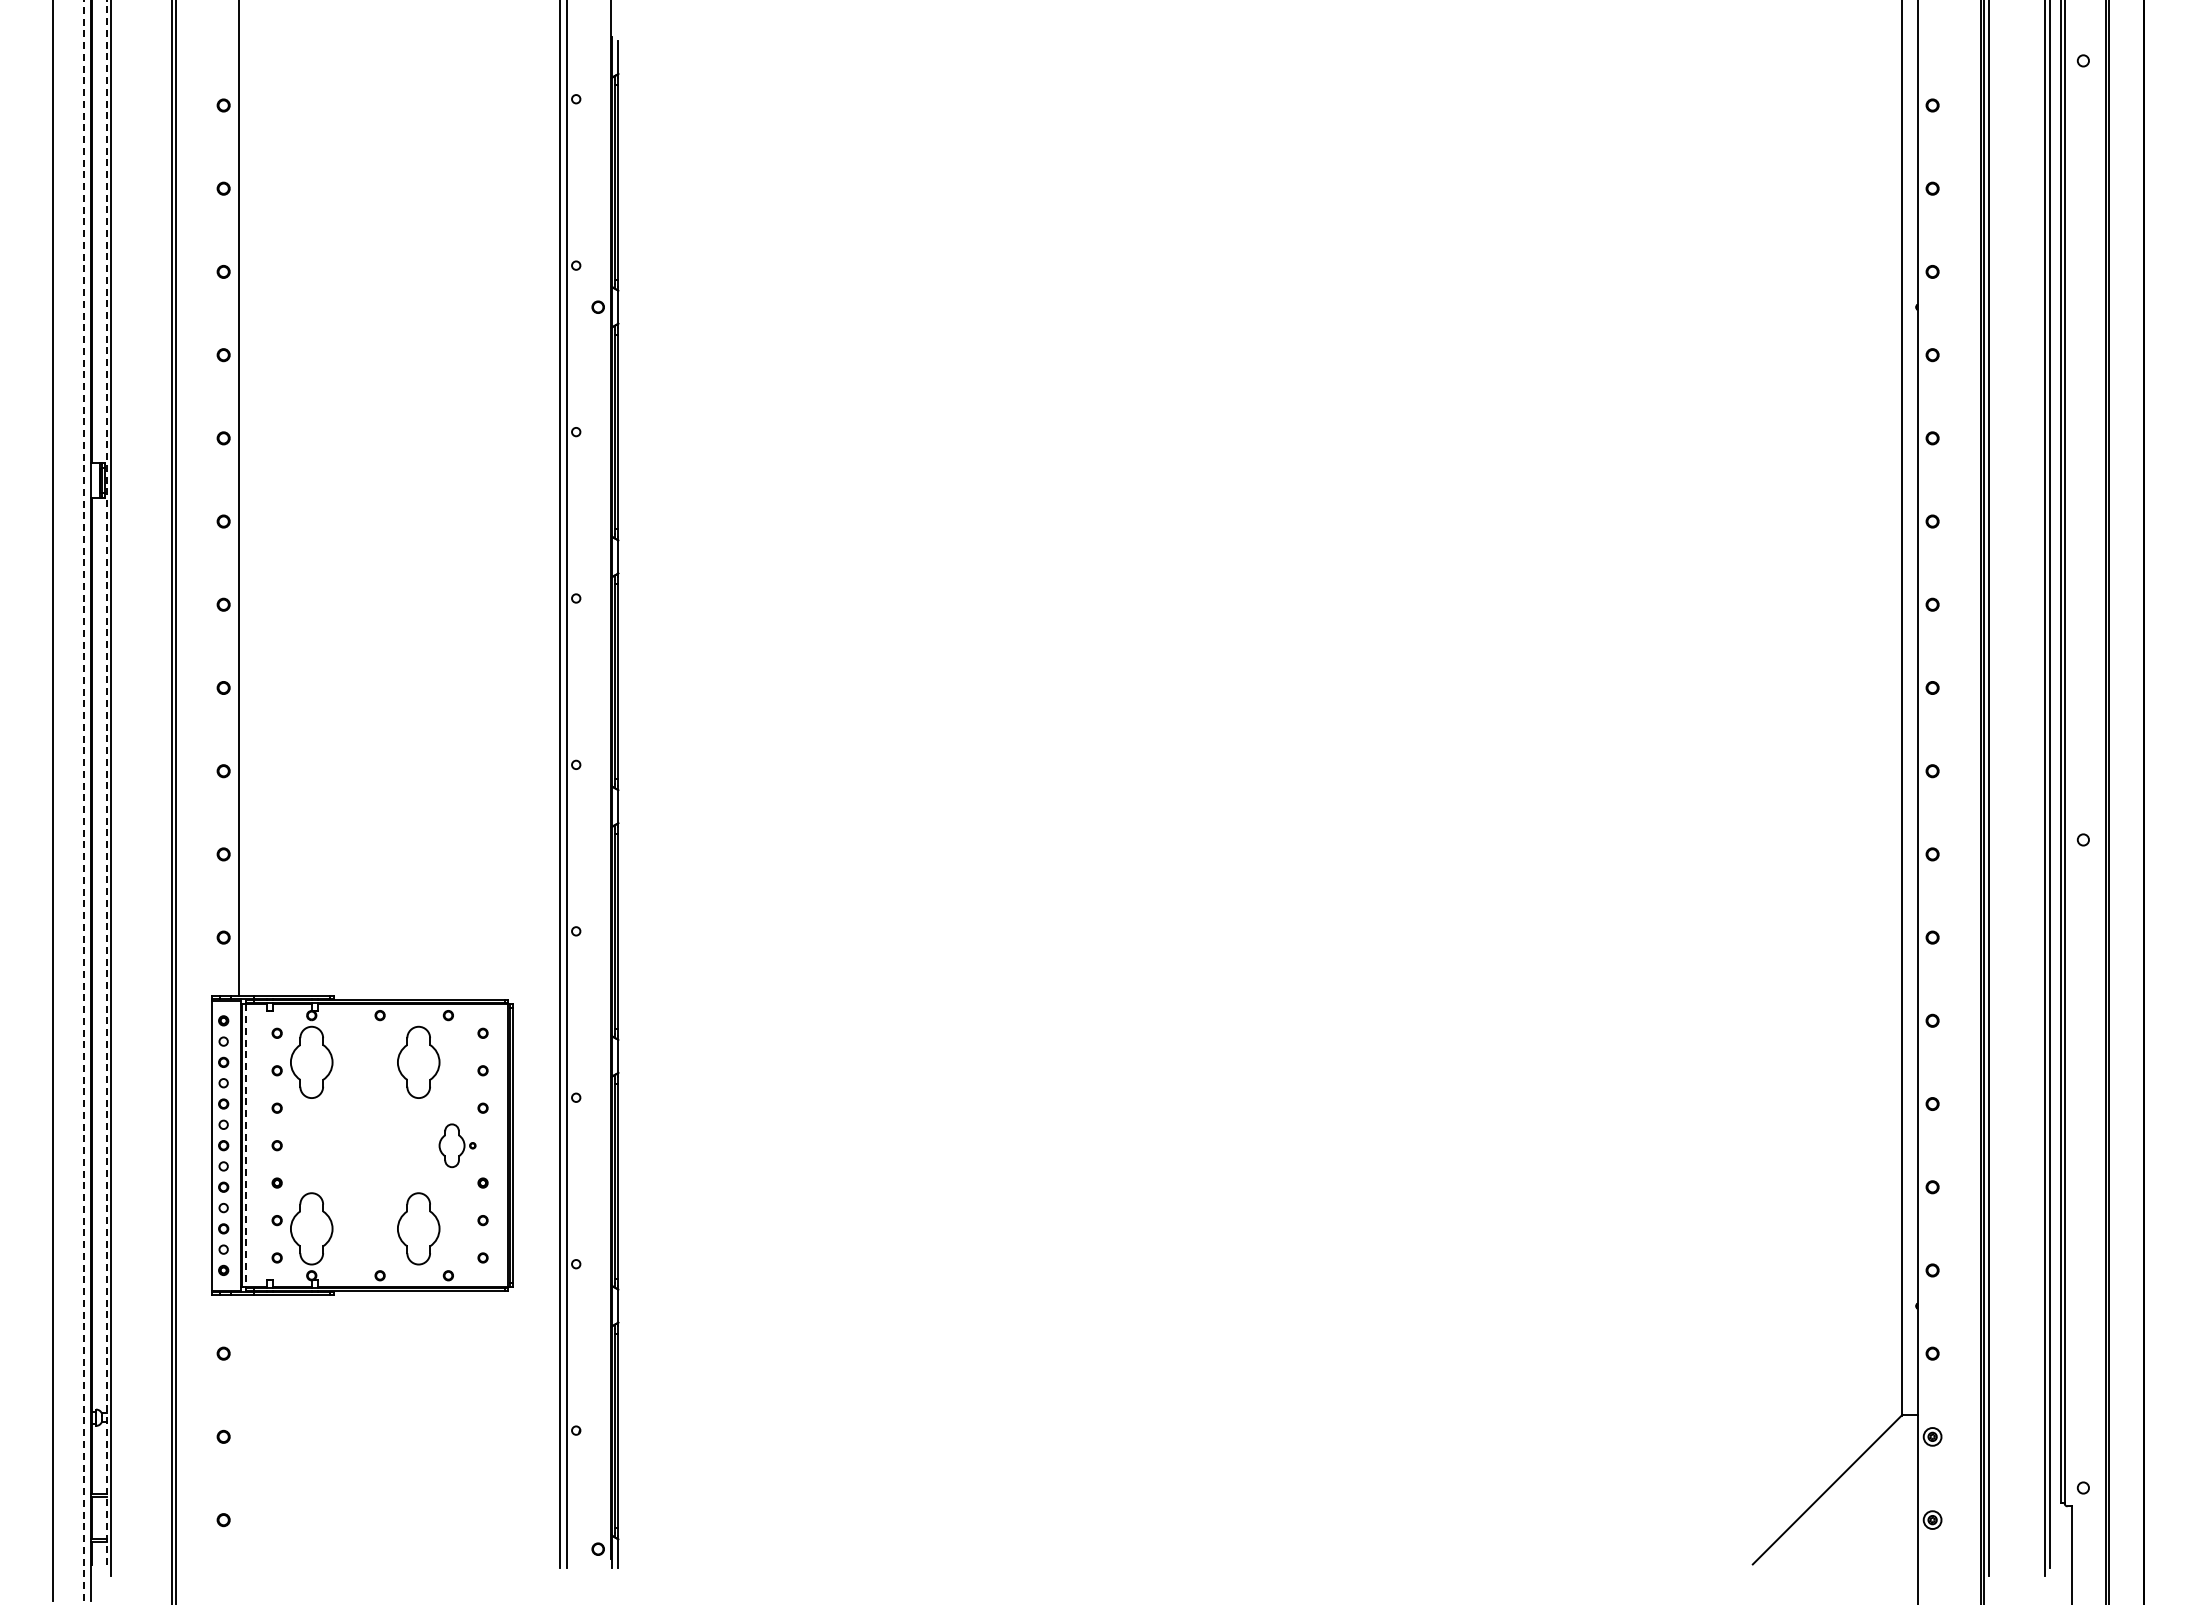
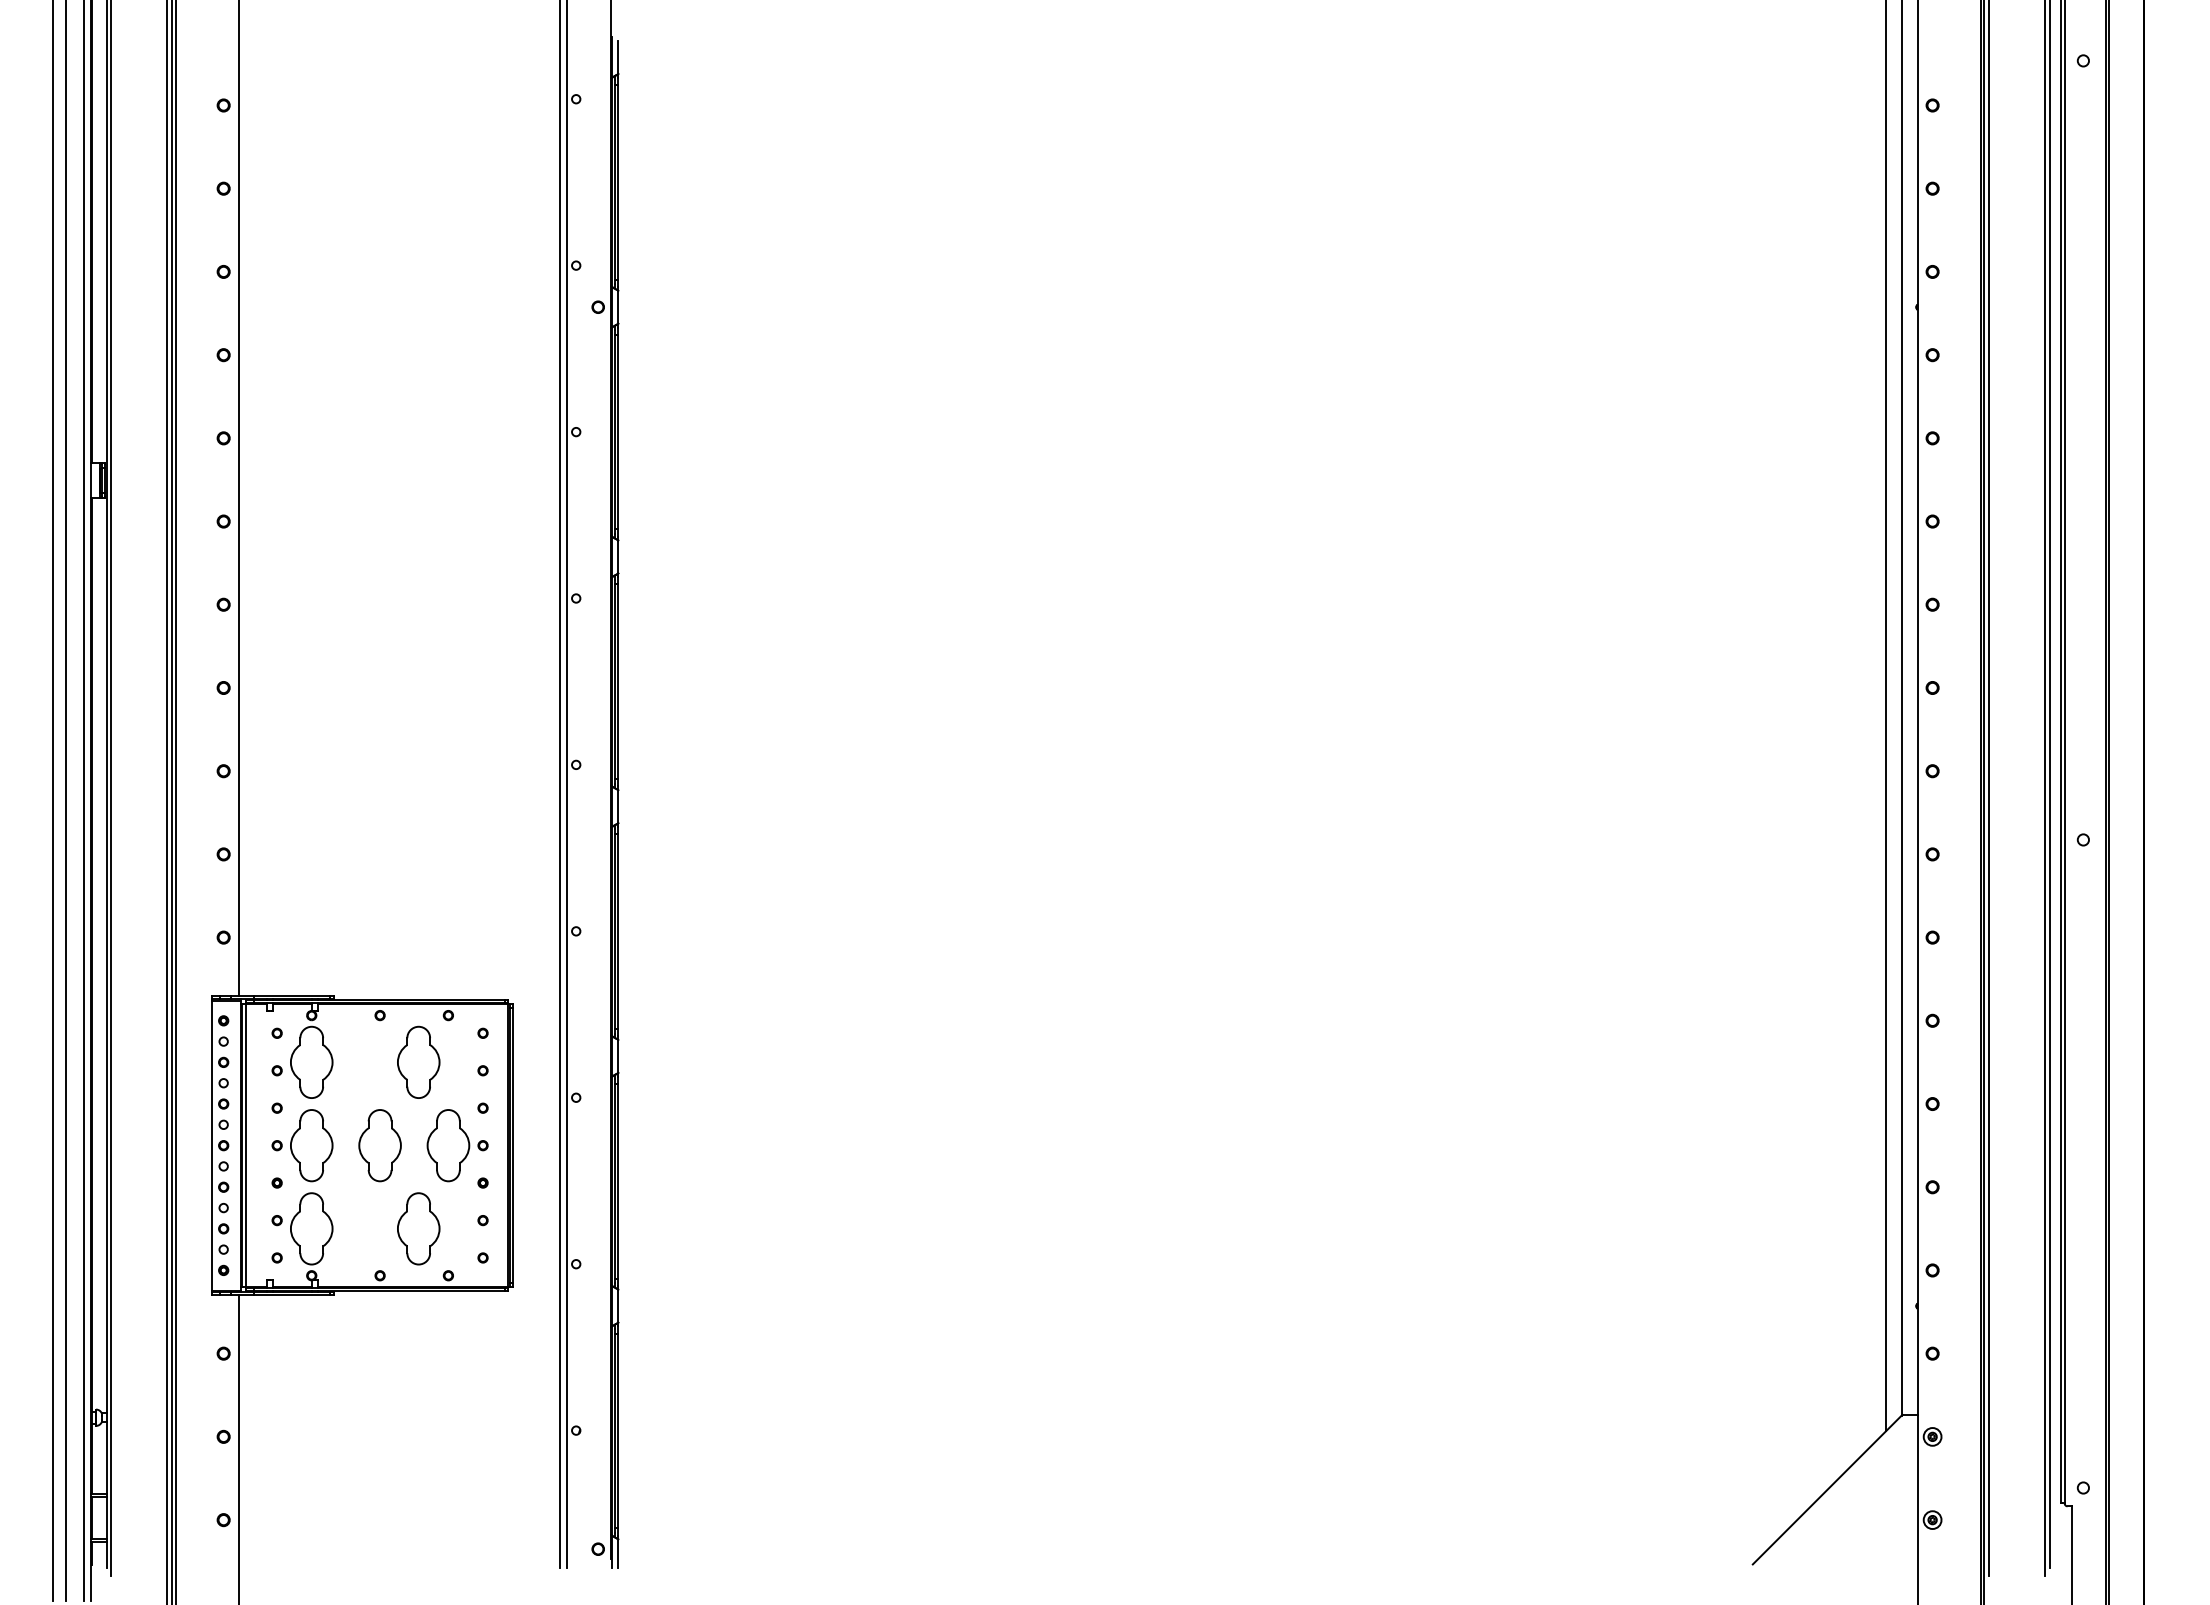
line at (1886, 716): none -> present
line at (106, 784): dashed -> solid
line at (84, 800): dashed -> solid
line at (66, 801): none -> present
line at (167, 801): none -> present
part at (311, 1145): none -> present
part at (379, 1145): none -> present
part at (457, 1145) size: 39x46 px -> 63x74 px
line at (246, 1146): dashed -> solid
line at (238, 1448): none -> present
